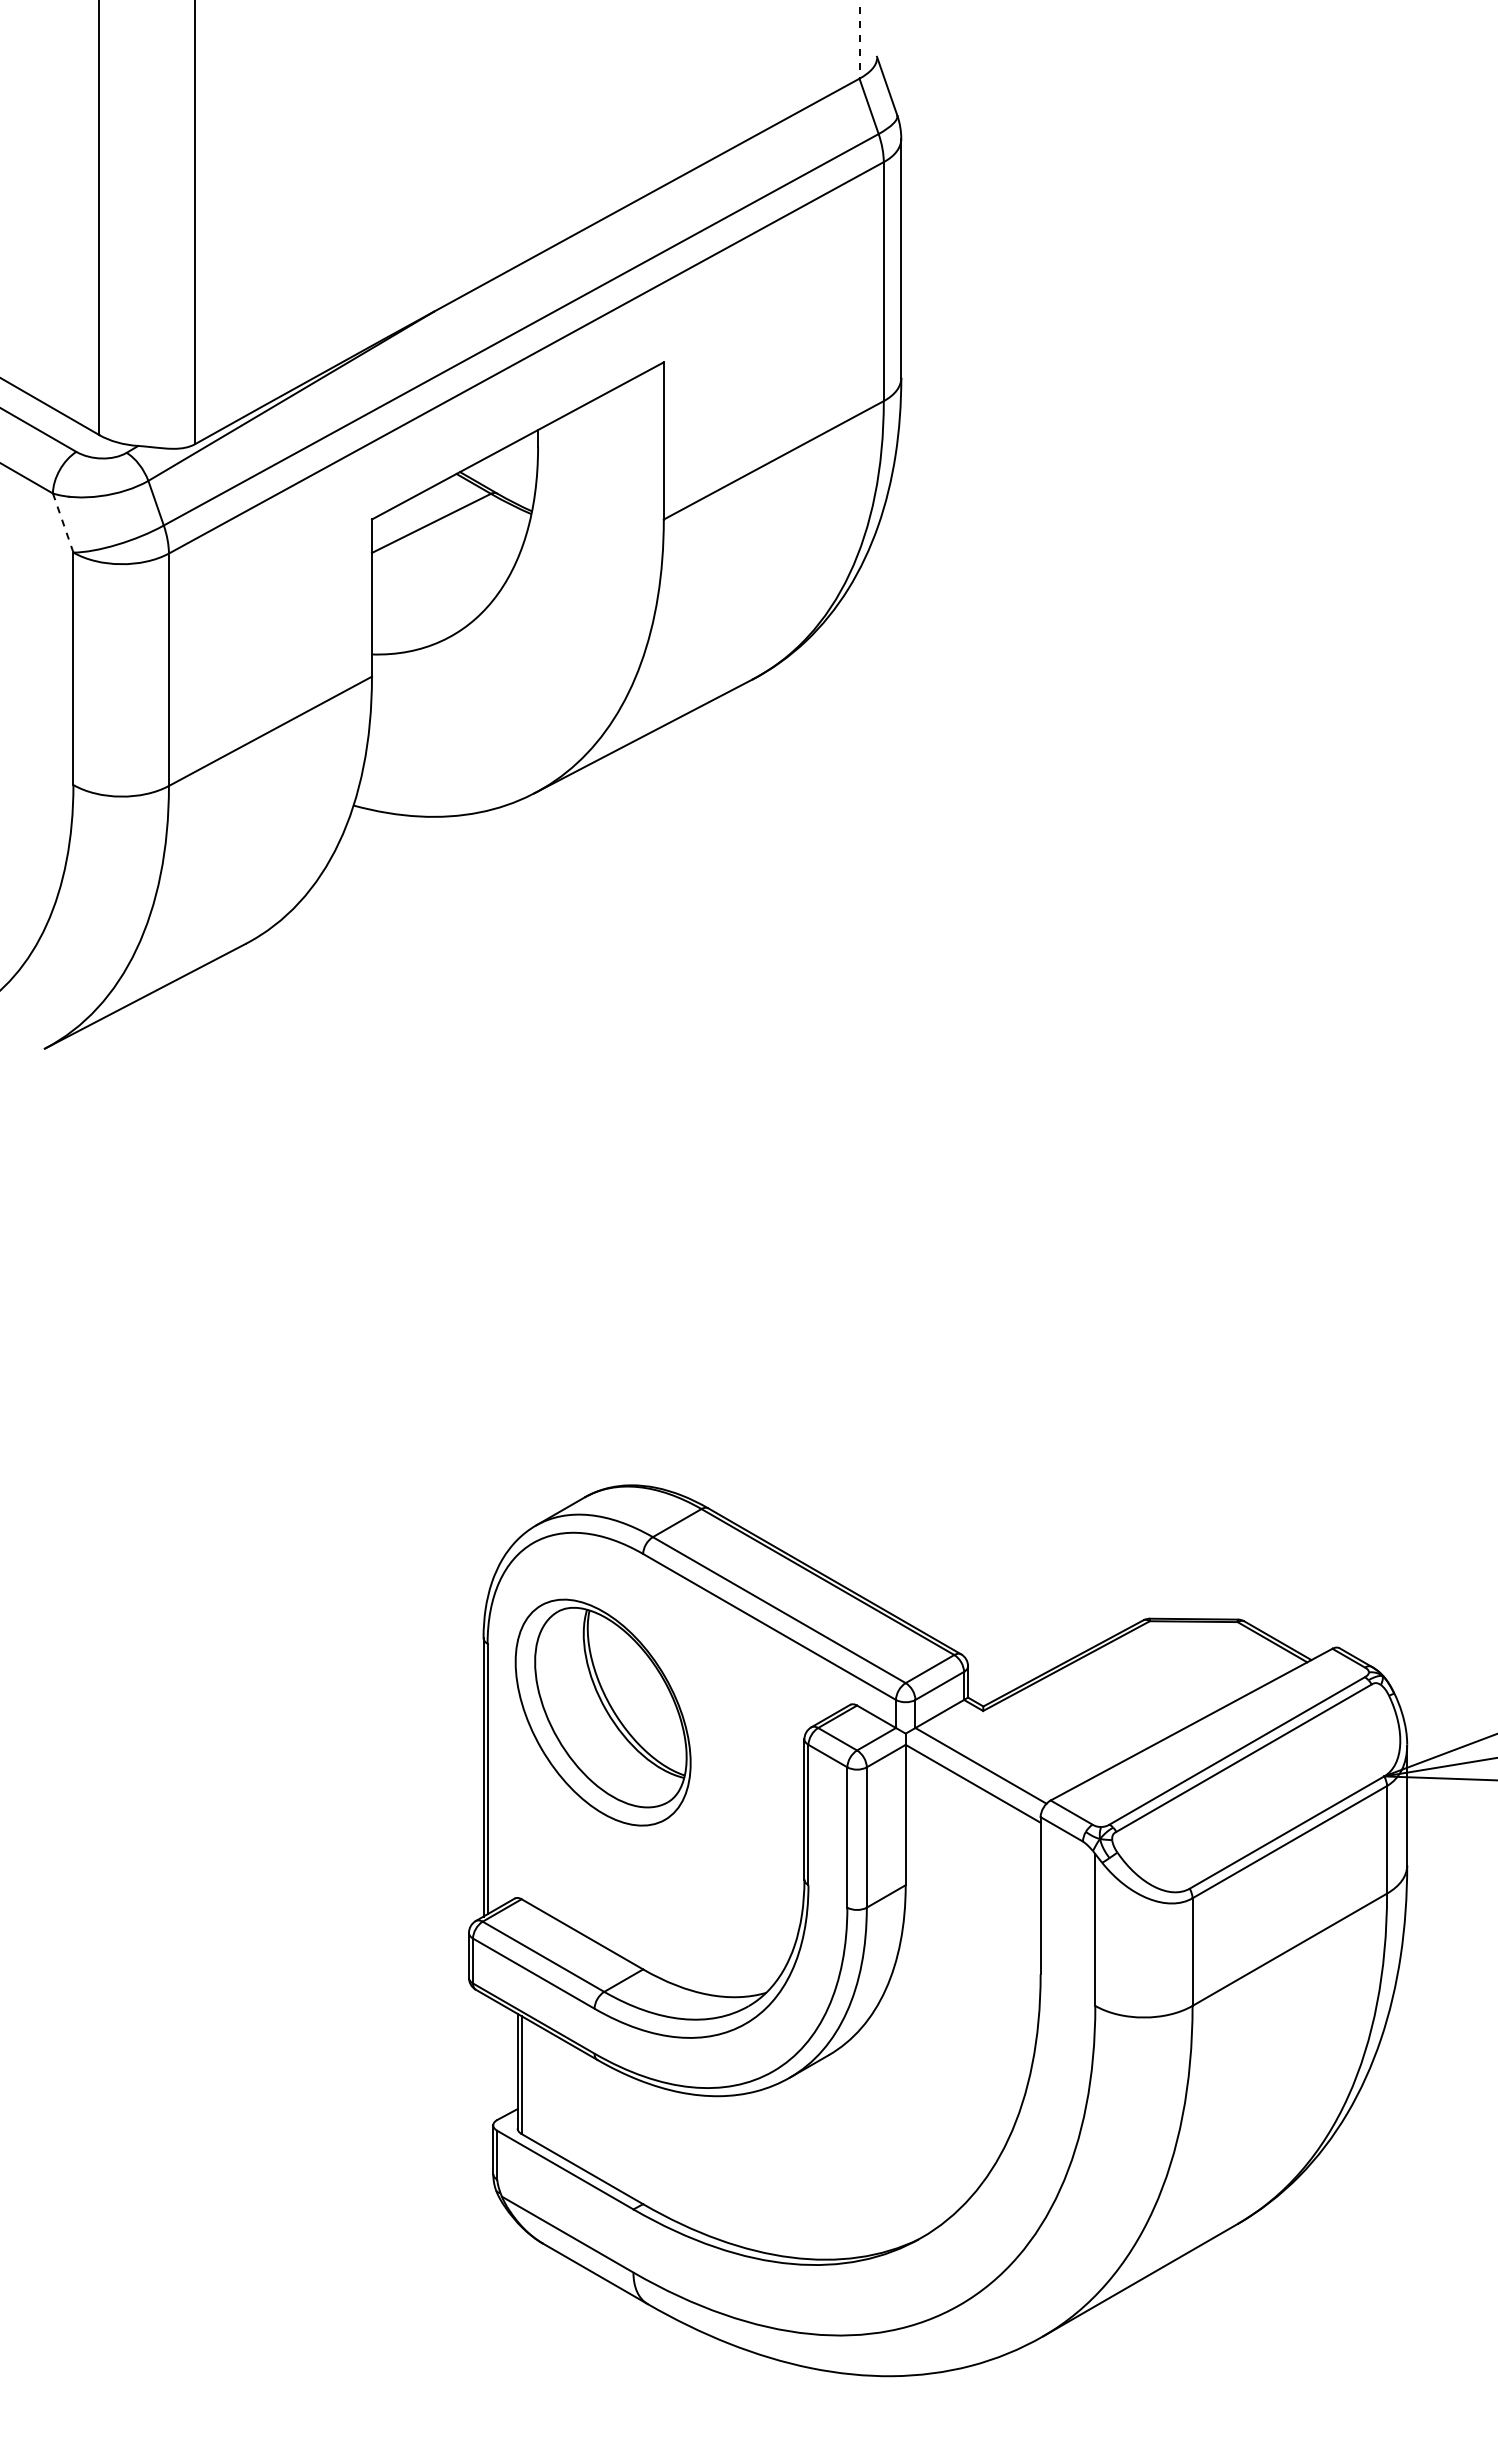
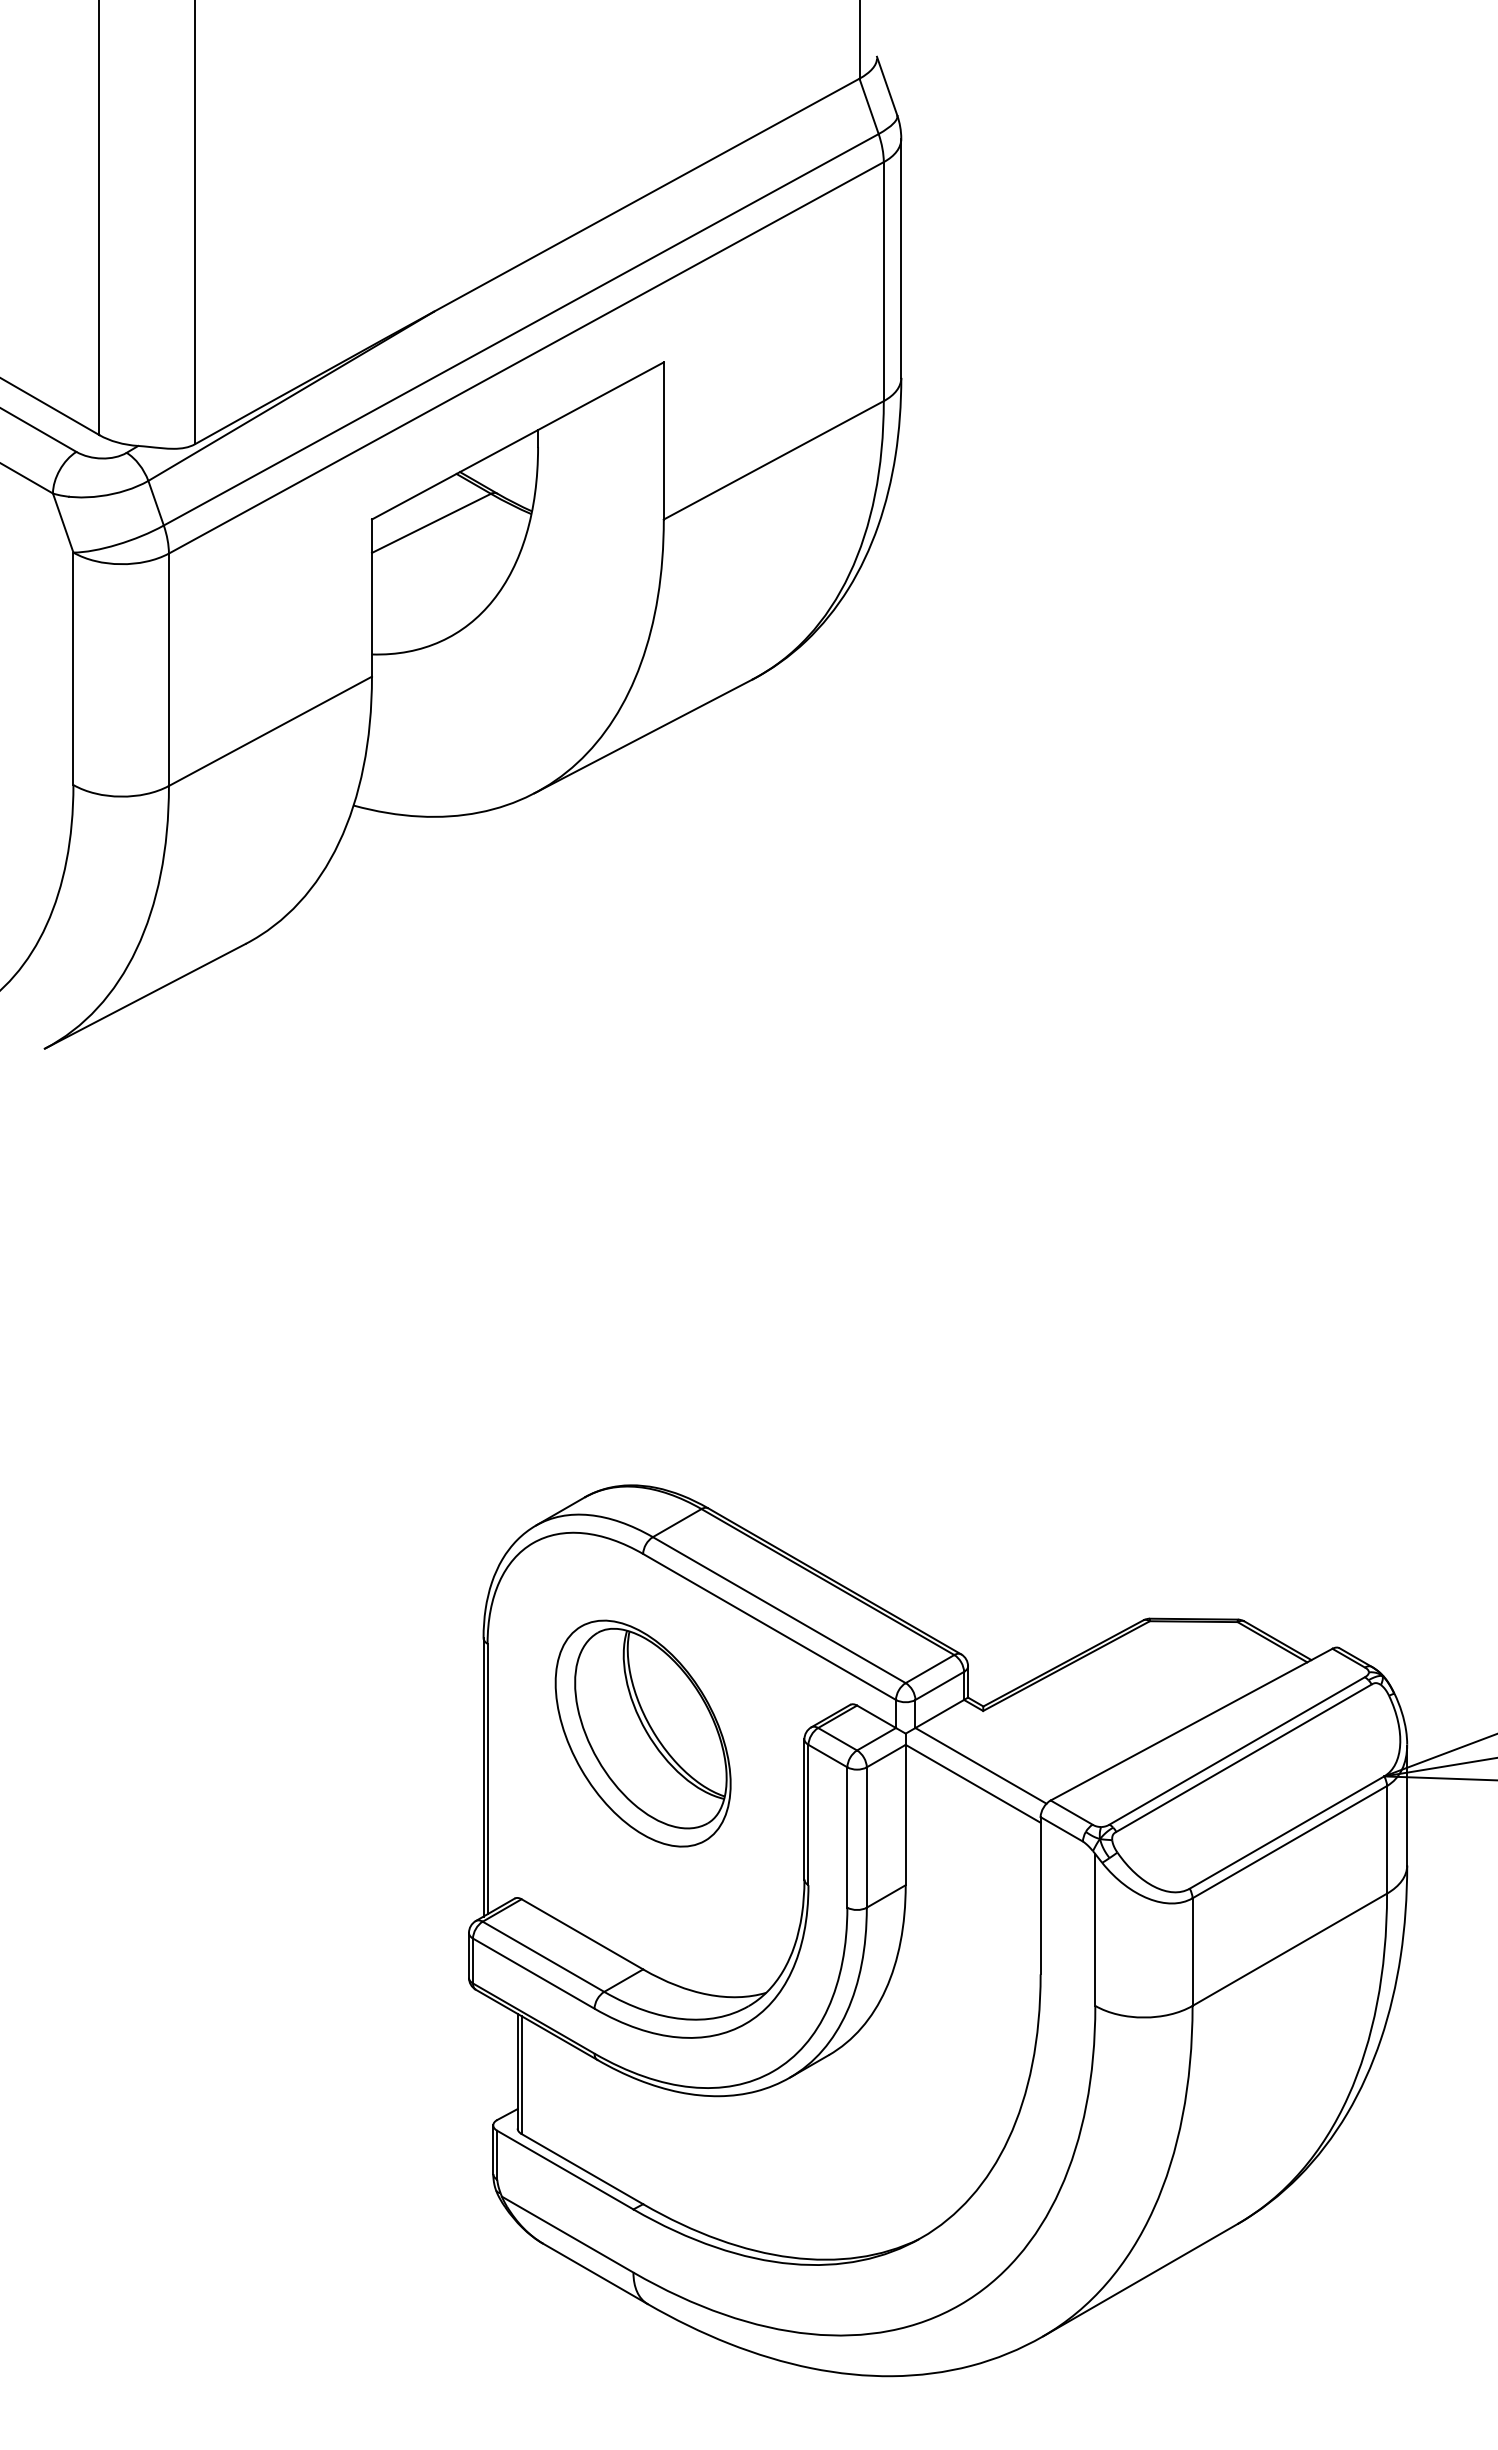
line at (859, 39): dashed -> solid
line at (63, 523): dashed -> solid
part at (602, 1712) position: (602, 1712) -> (642, 1733)
